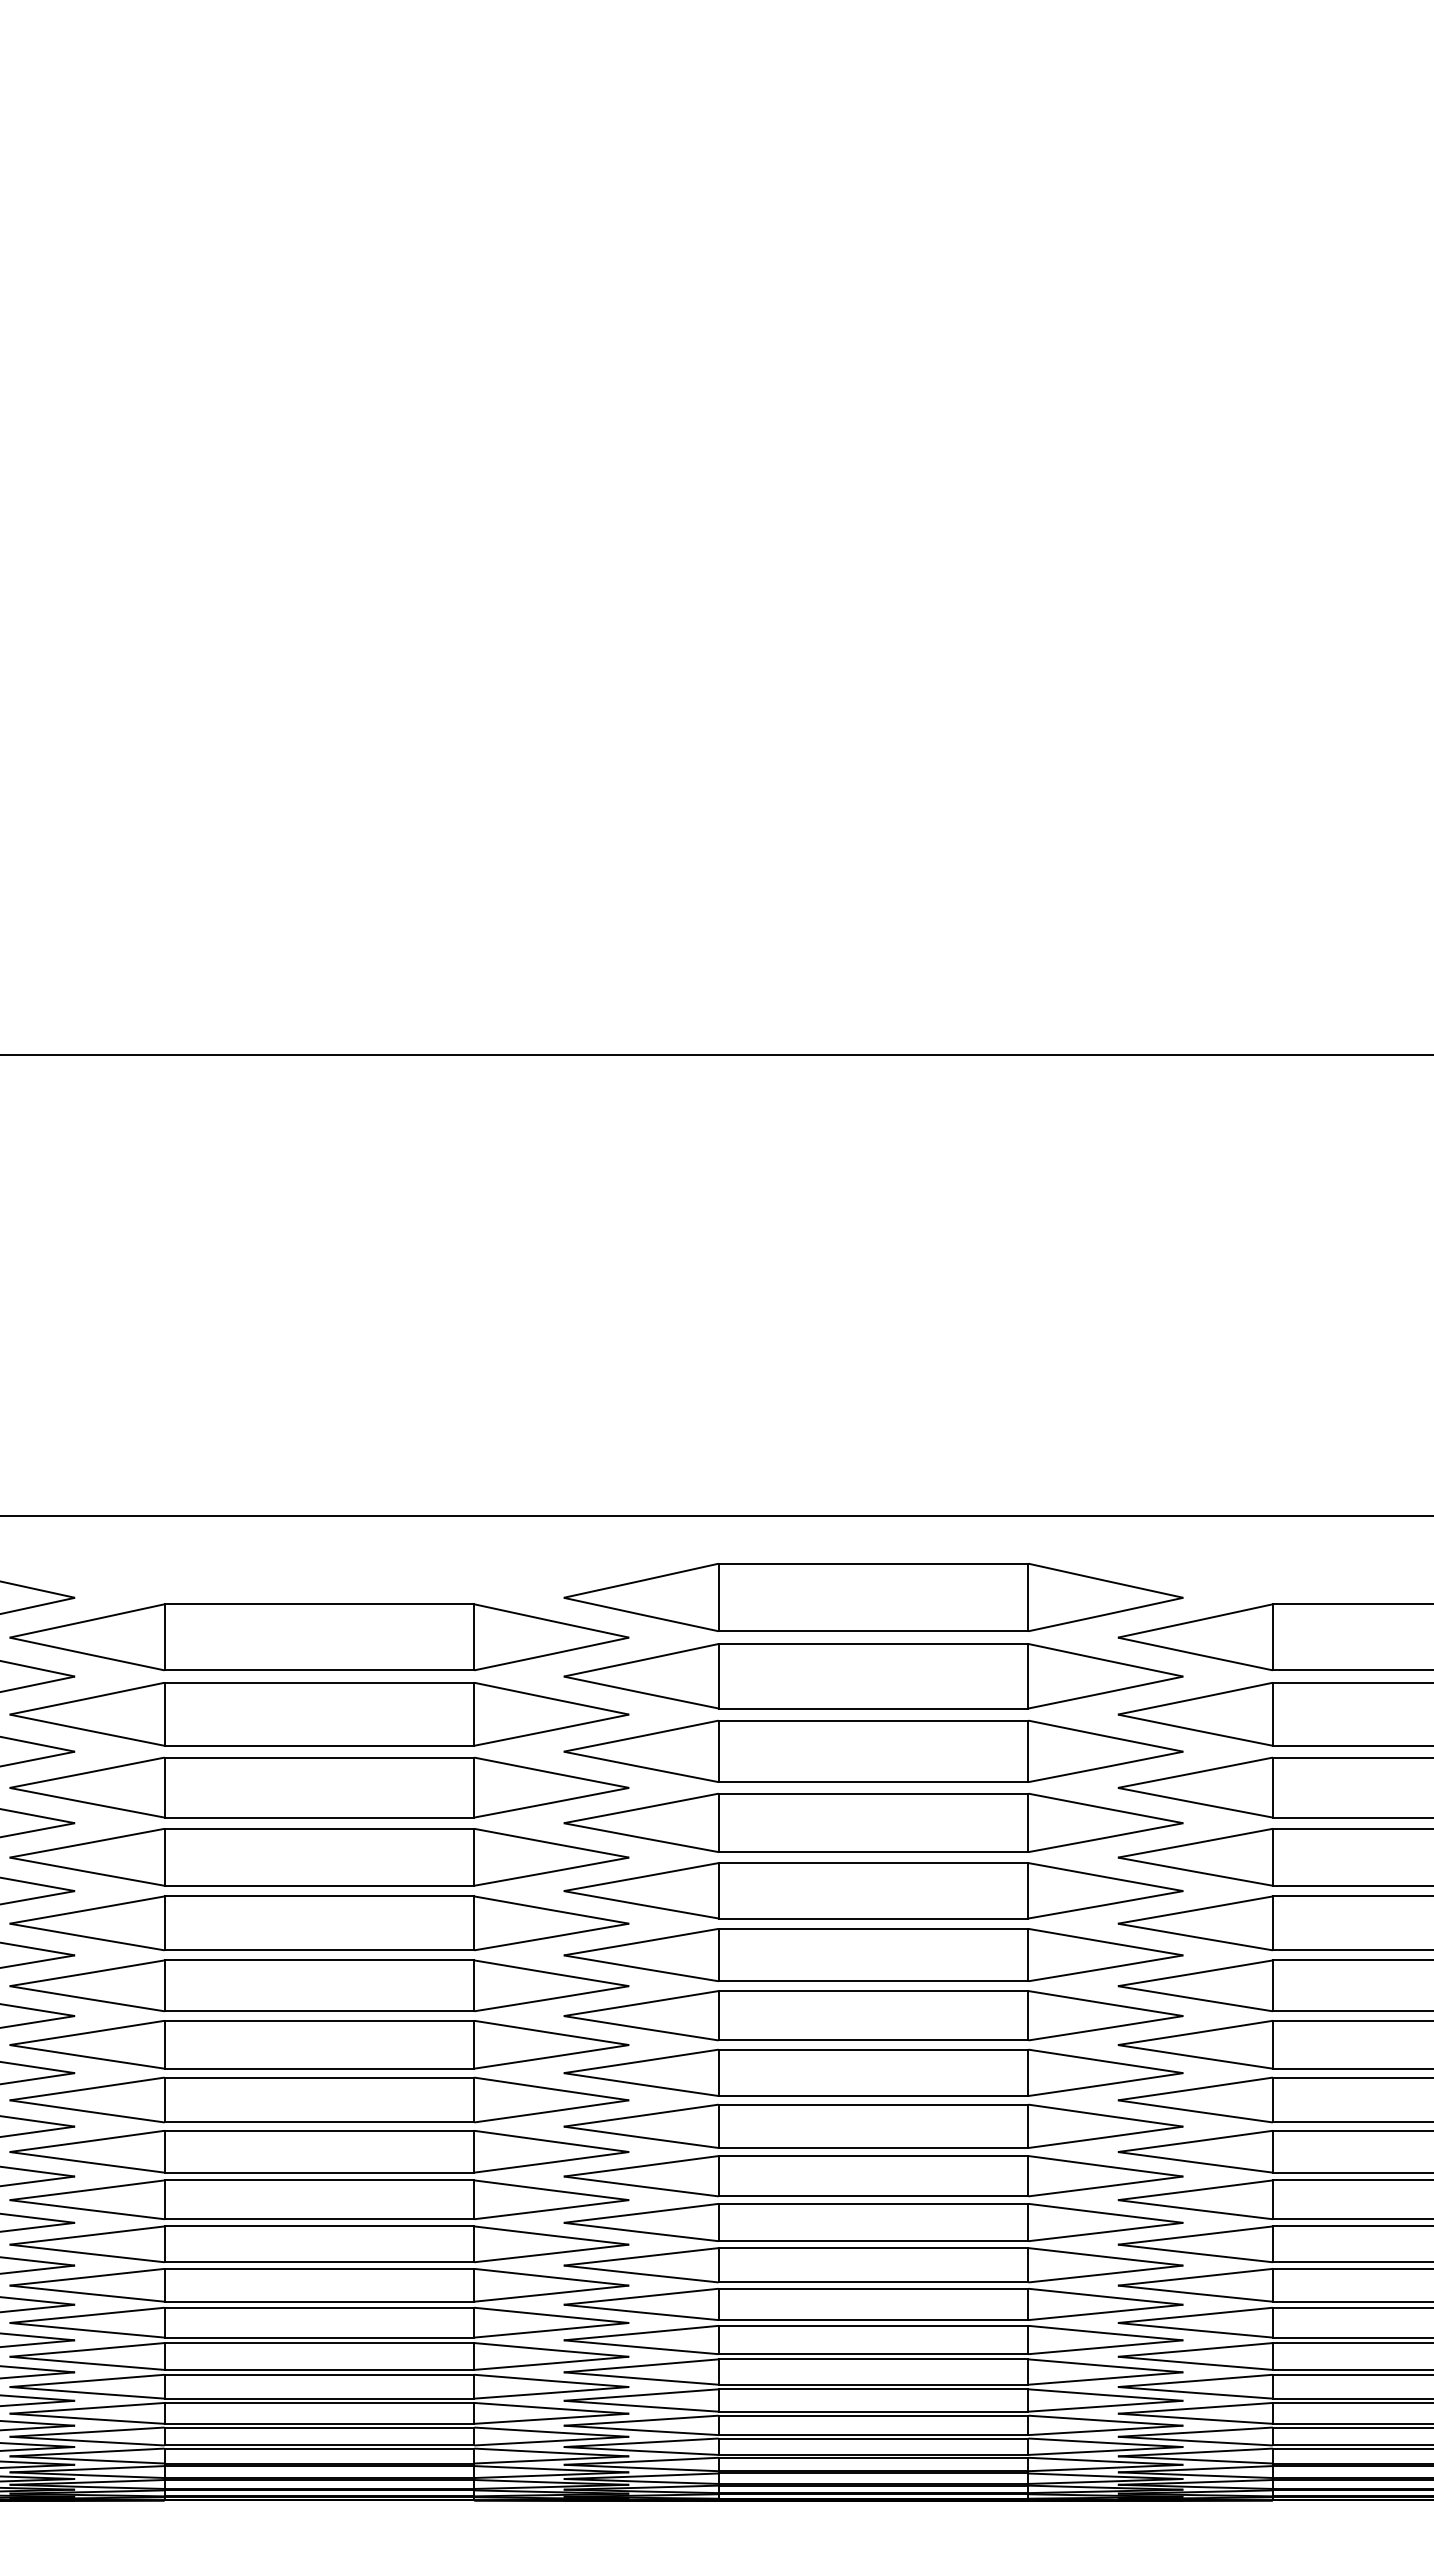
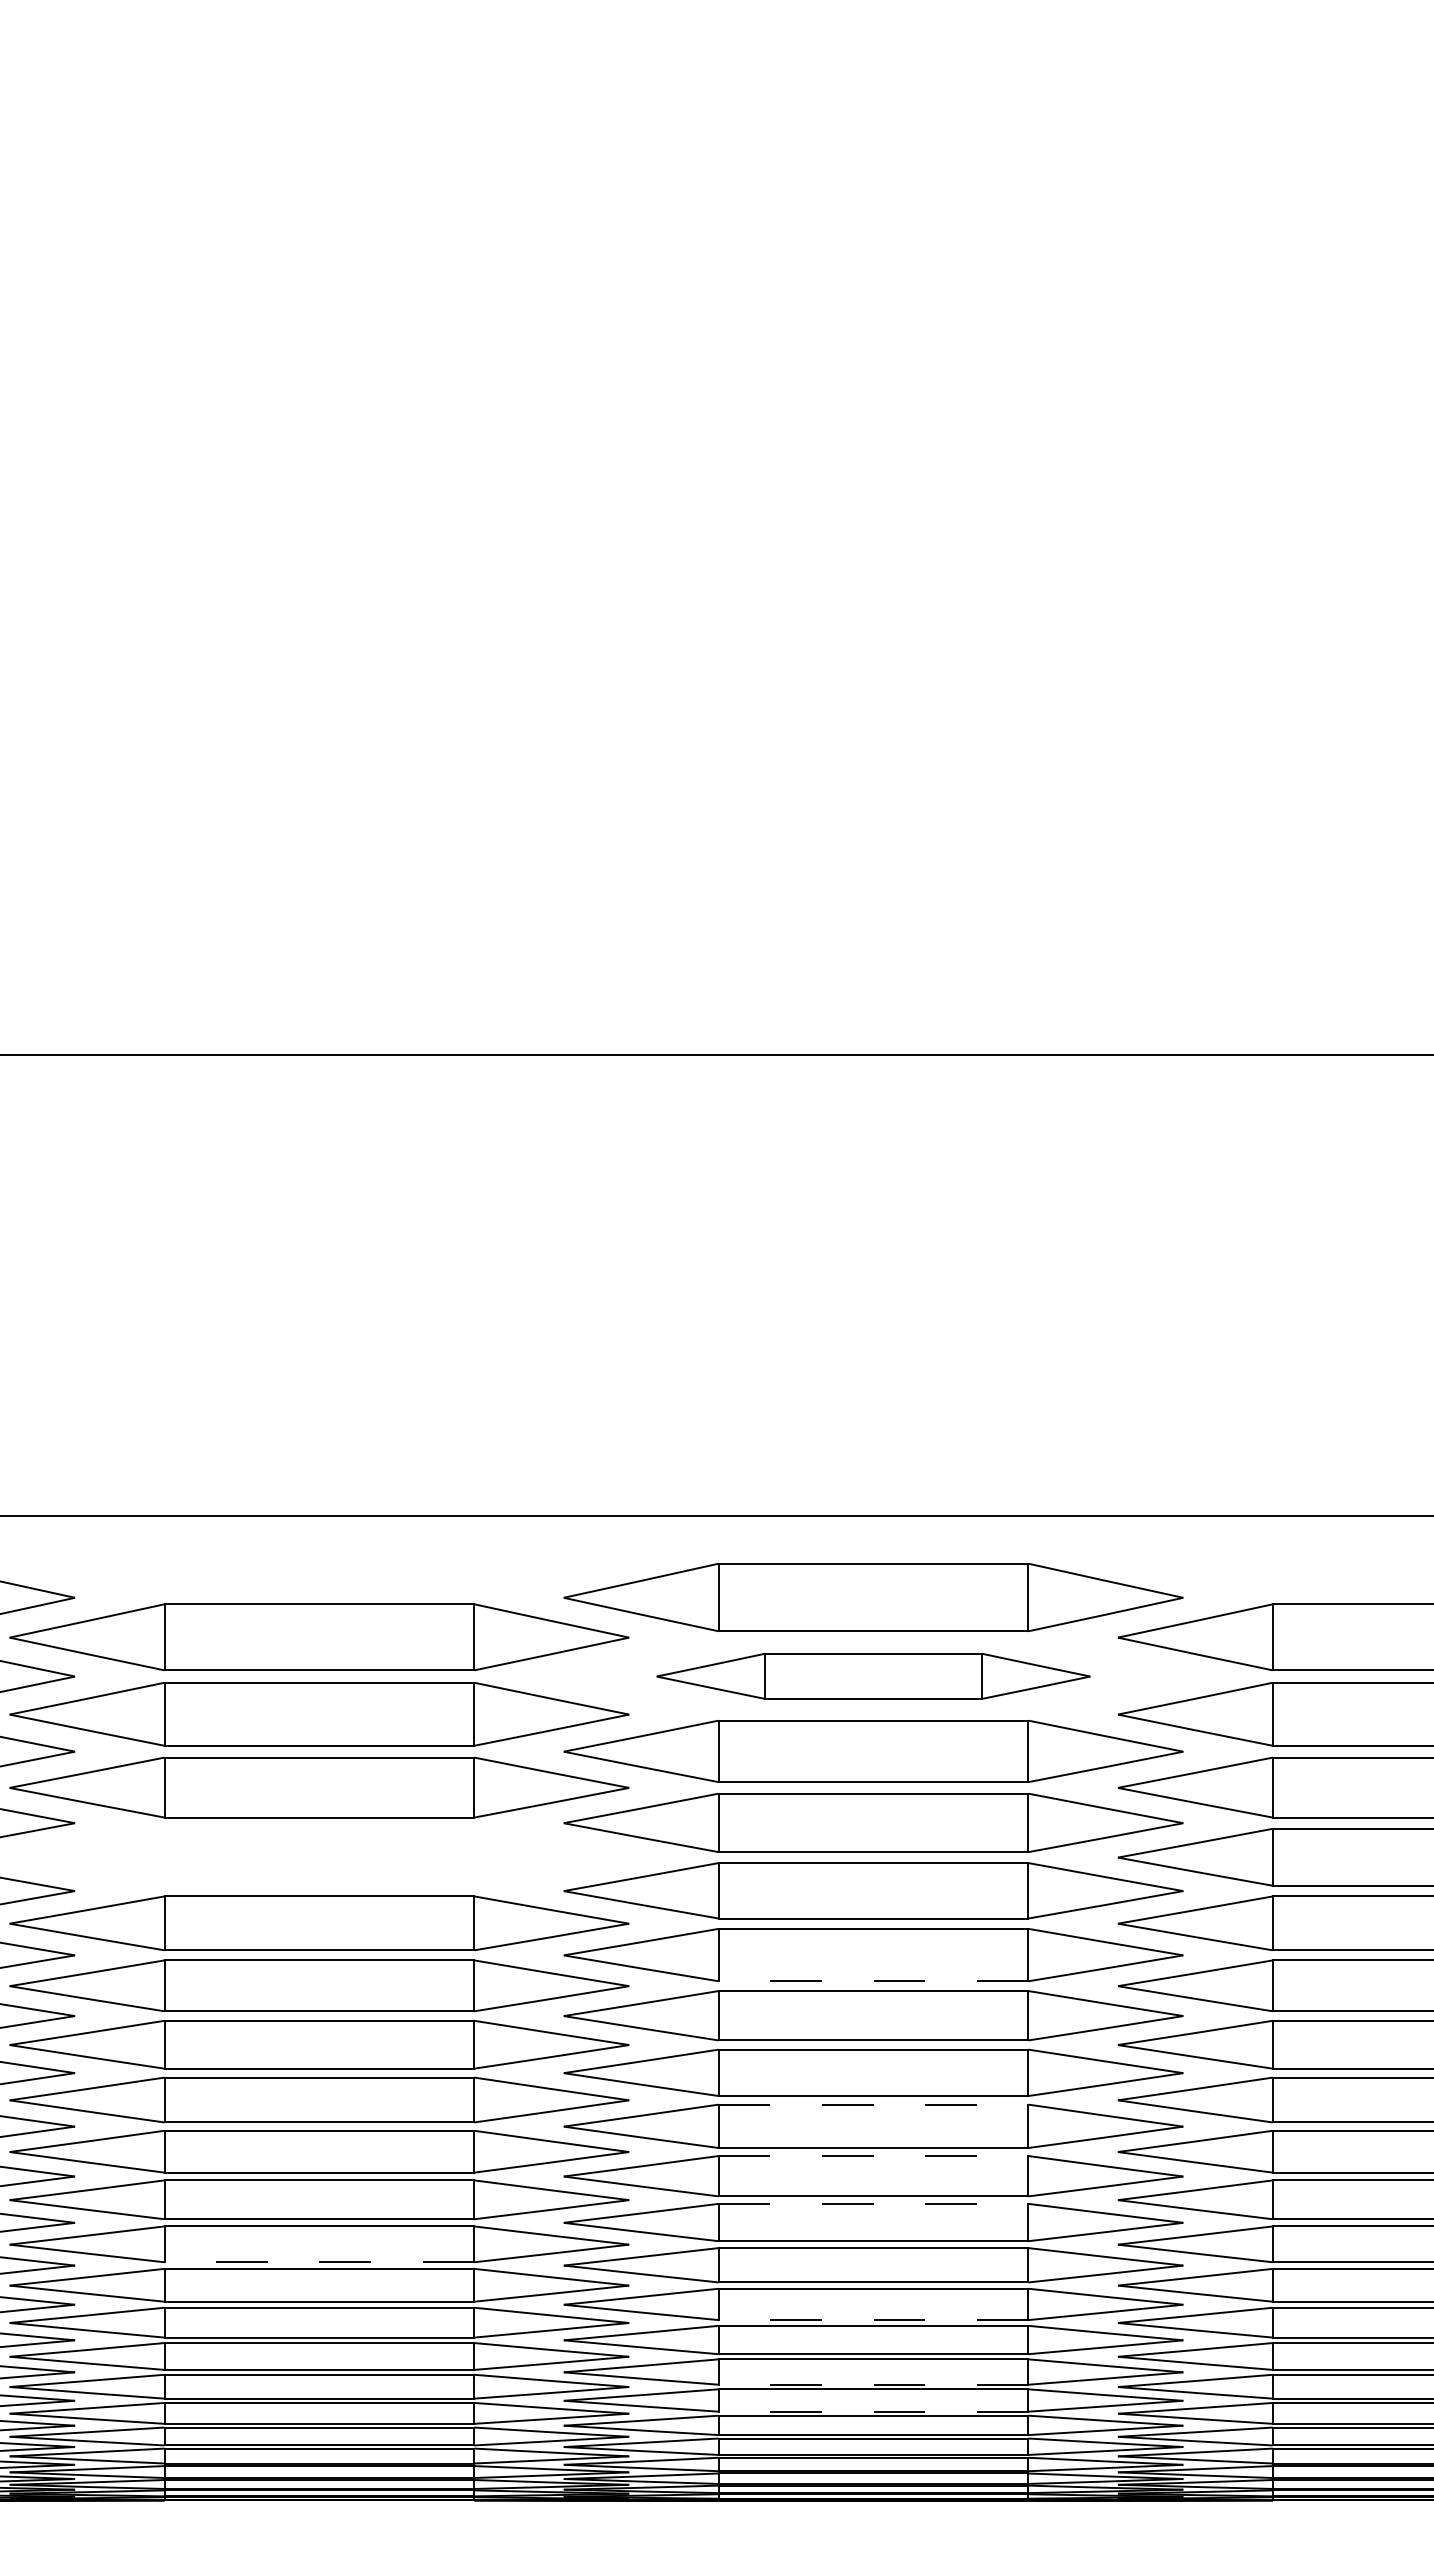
part at (873, 1676) size: 621x67 px -> 435x47 px
part at (319, 1857): present -> none
line at (873, 1981): solid -> dashed
line at (873, 2104): solid -> dashed
line at (873, 2156): solid -> dashed
line at (873, 2203): solid -> dashed
line at (319, 2262): solid -> dashed
line at (873, 2320): solid -> dashed
line at (873, 2384): solid -> dashed
line at (873, 2411): solid -> dashed
